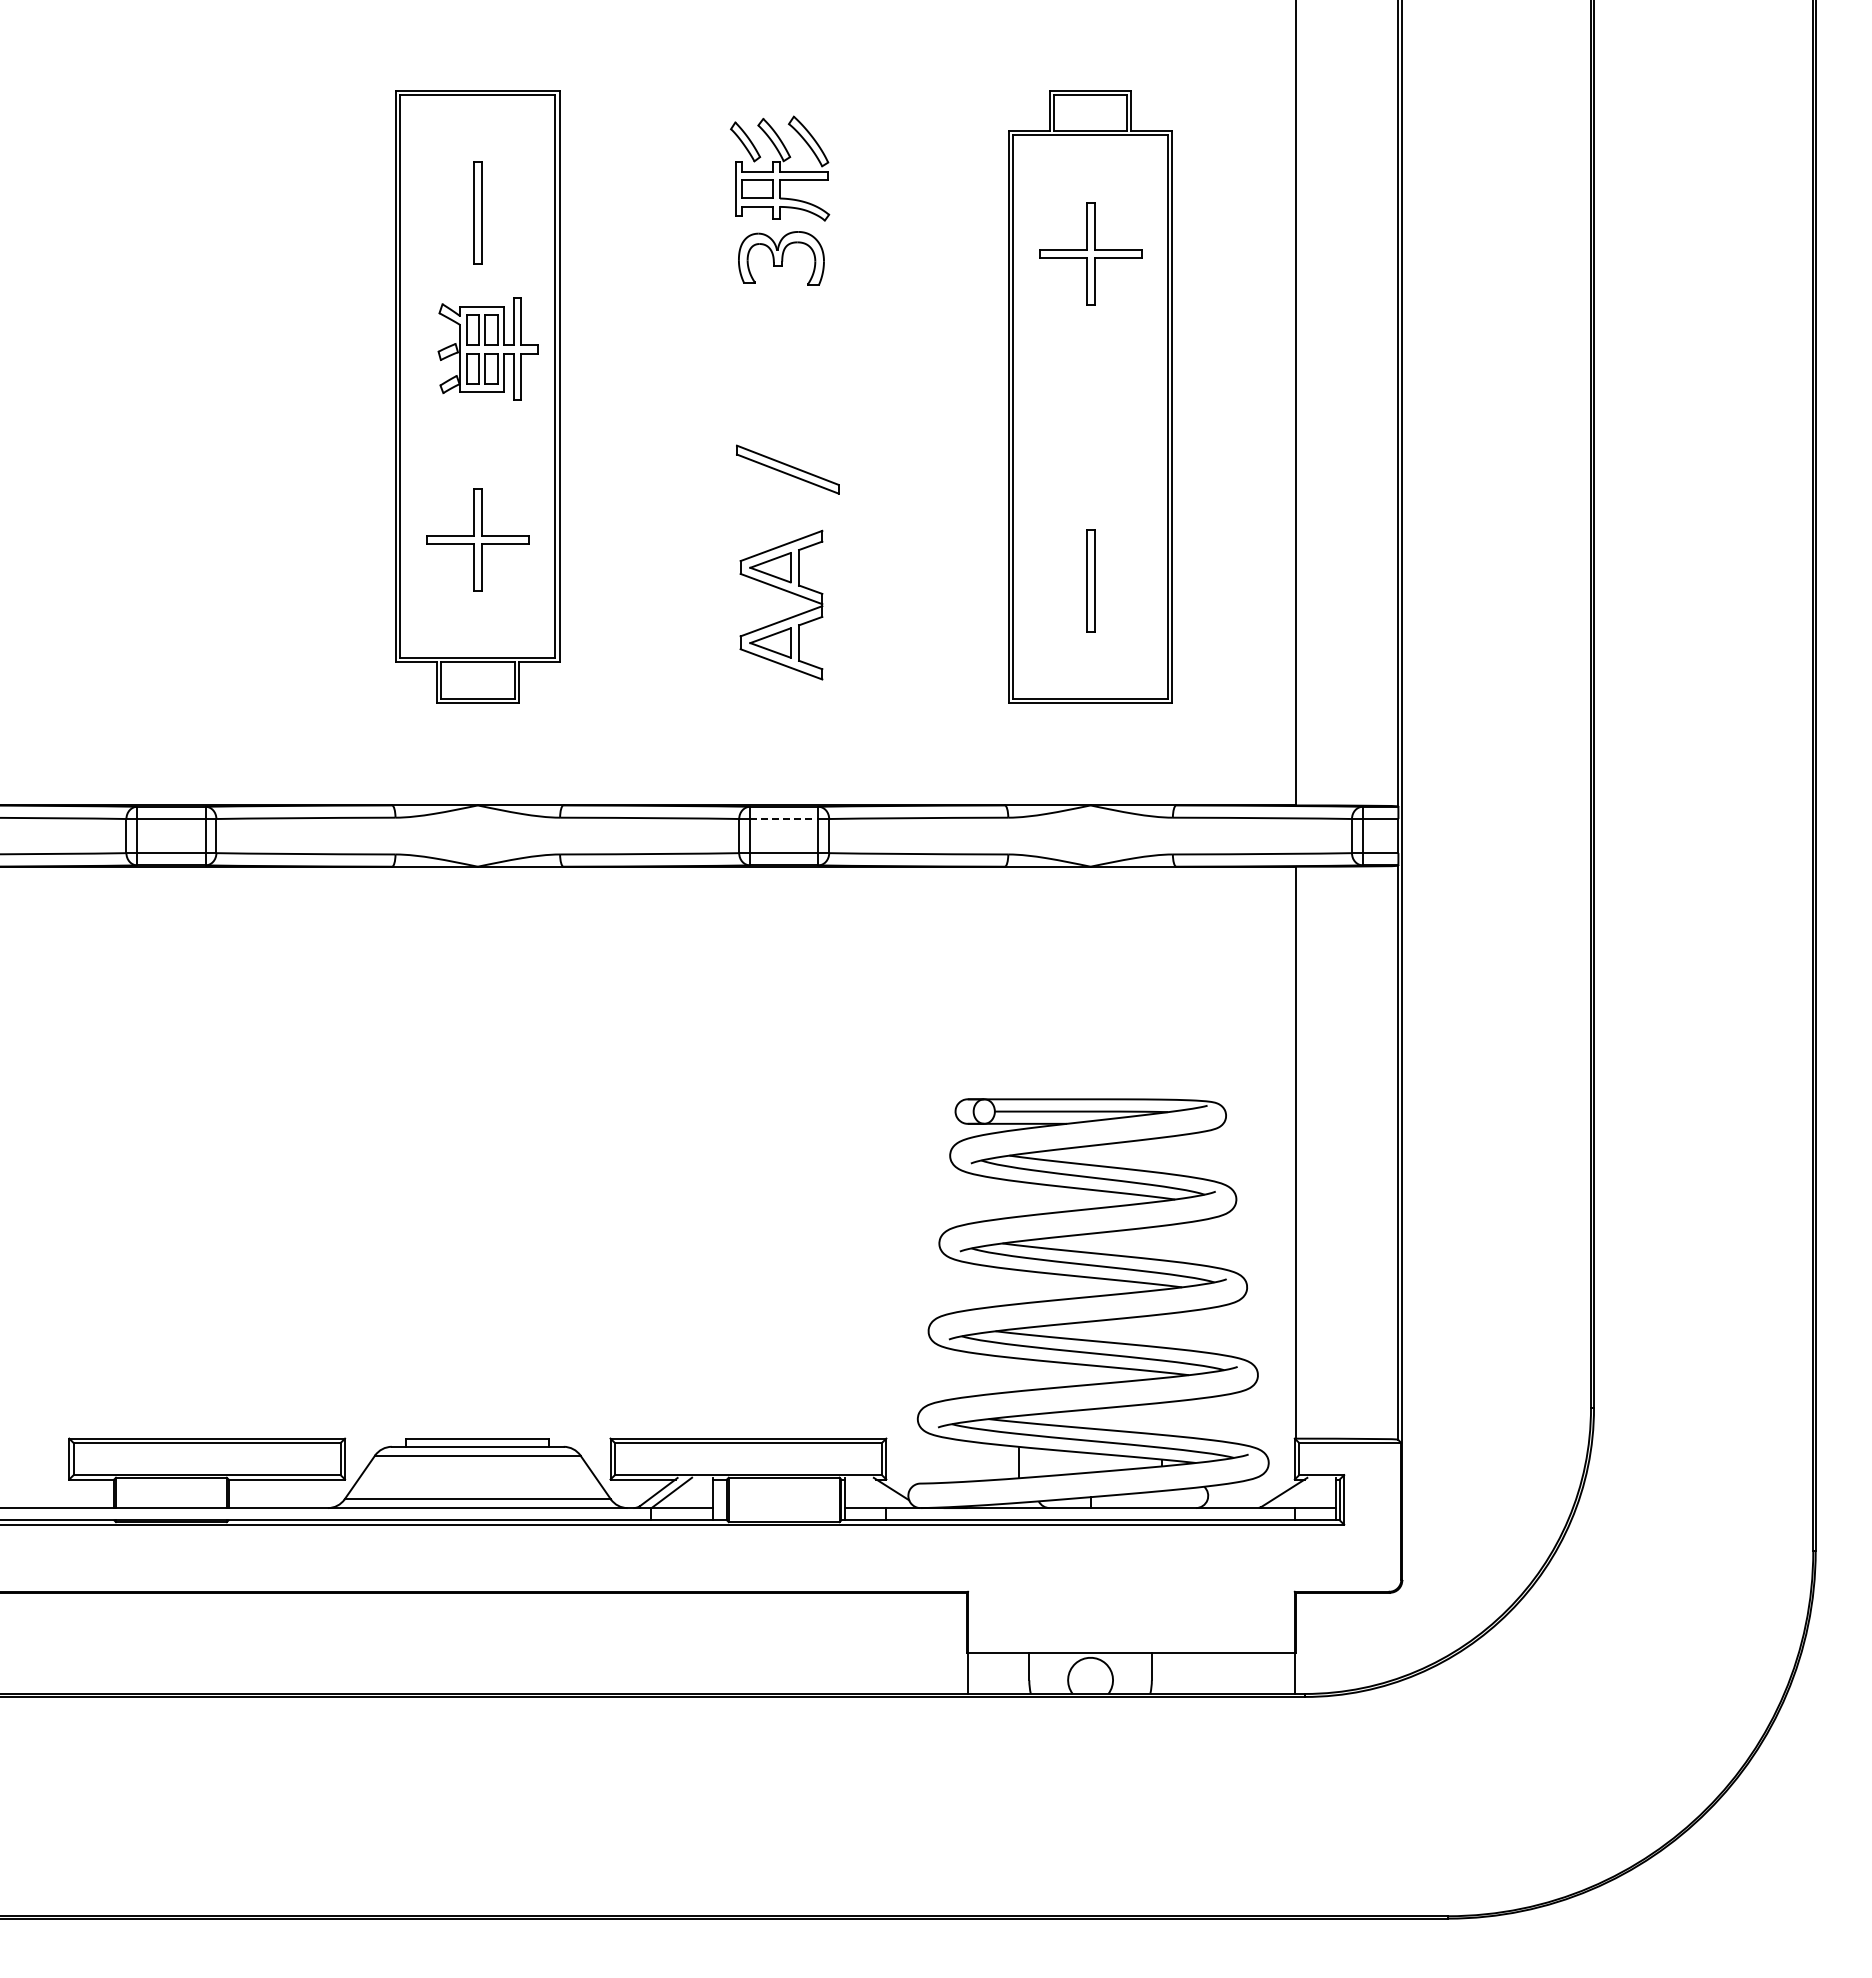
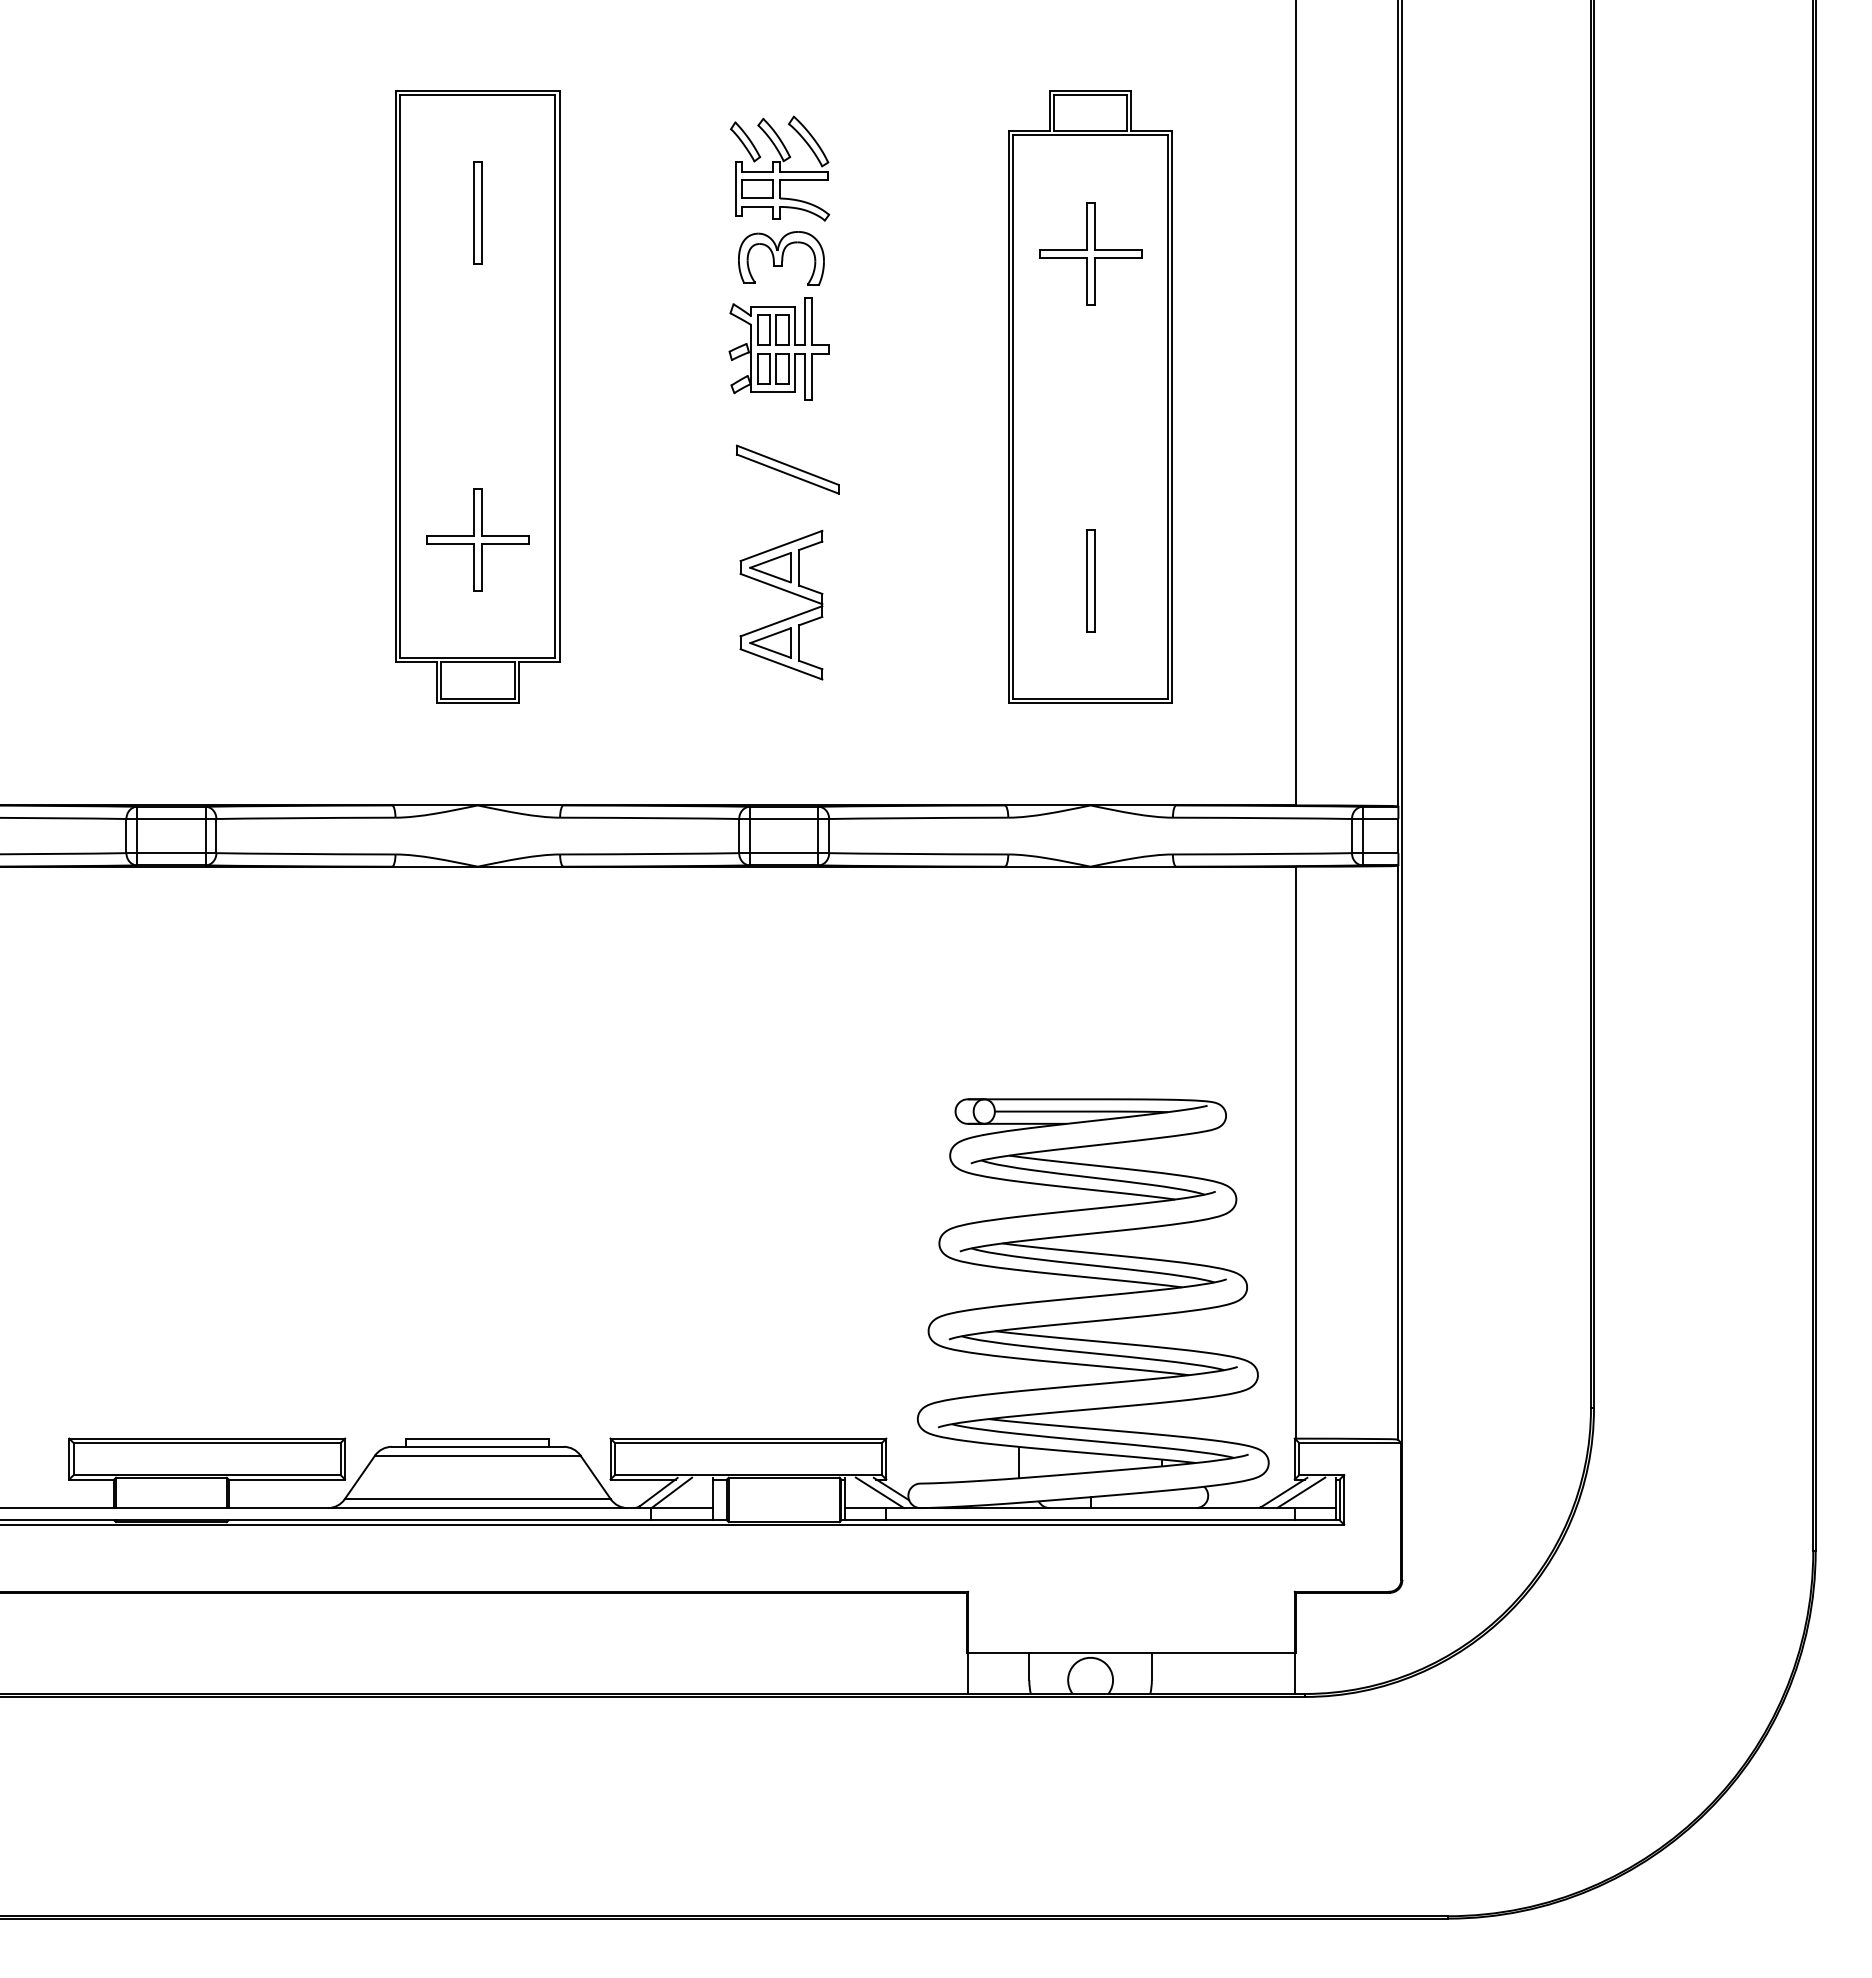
part at (487, 348) position: (487, 348) -> (778, 348)
line at (784, 819): dashed -> solid
line at (879, 1492): none -> present
line at (1301, 1492): none -> present
